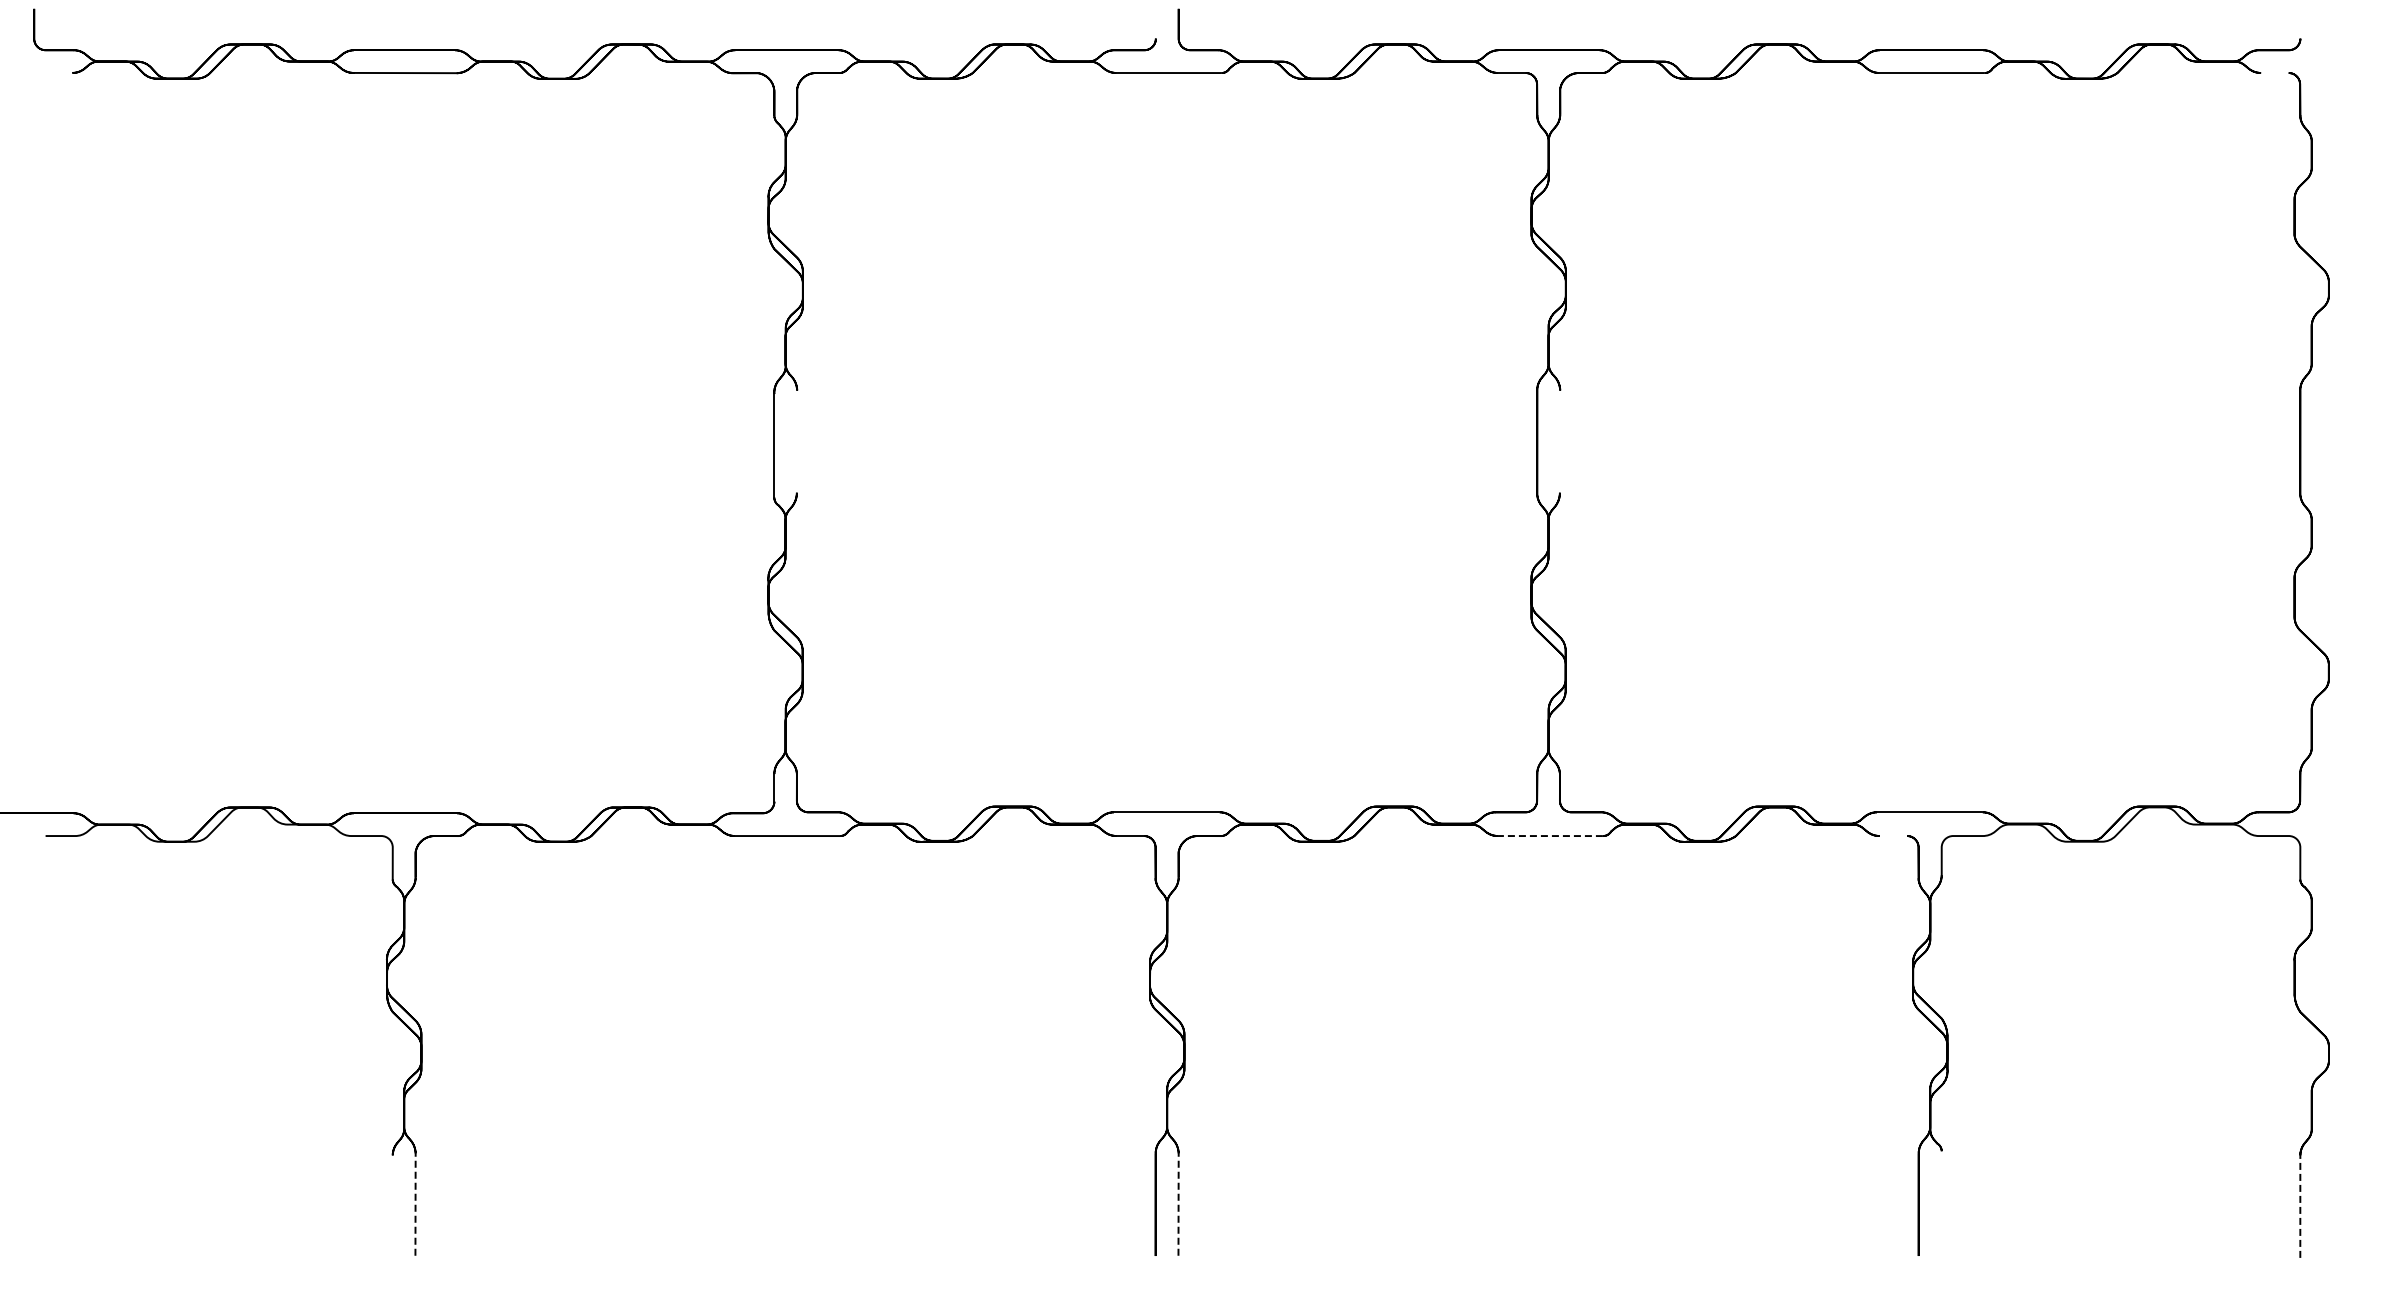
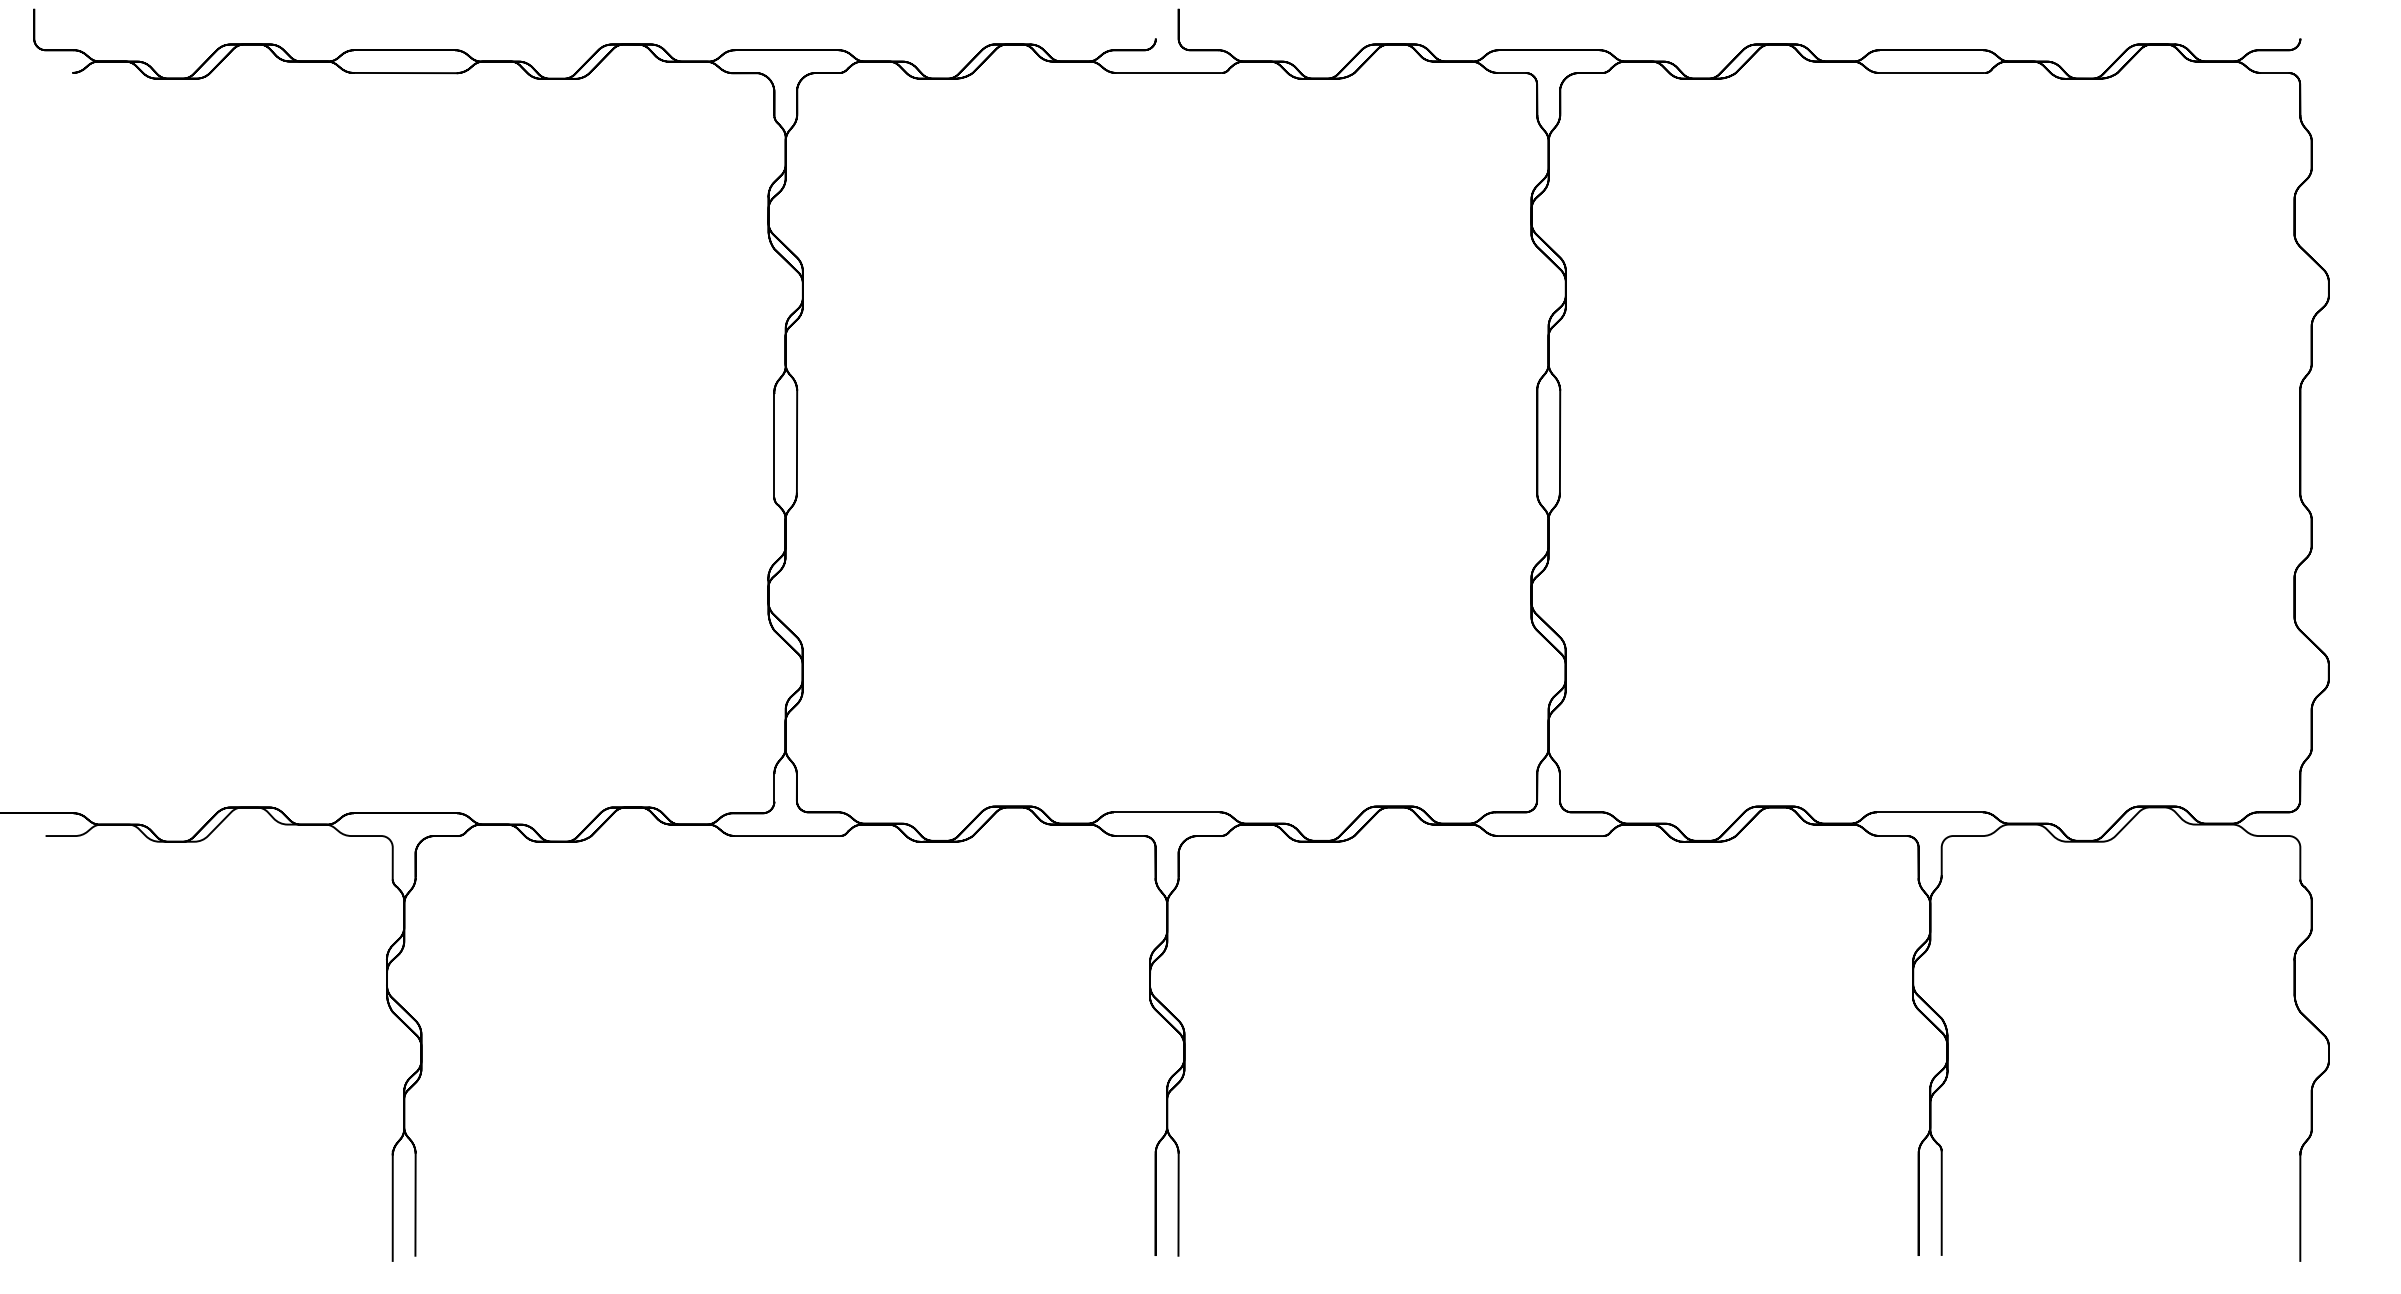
line at (2274, 73): none -> present
line at (796, 441): none -> present
line at (1559, 441): none -> present
line at (1550, 836): dashed -> solid
line at (1893, 836): none -> present
line at (1941, 1202): none -> present
line at (415, 1204): dashed -> solid
line at (1178, 1204): dashed -> solid
line at (392, 1205): none -> present
line at (2300, 1206): dashed -> solid
